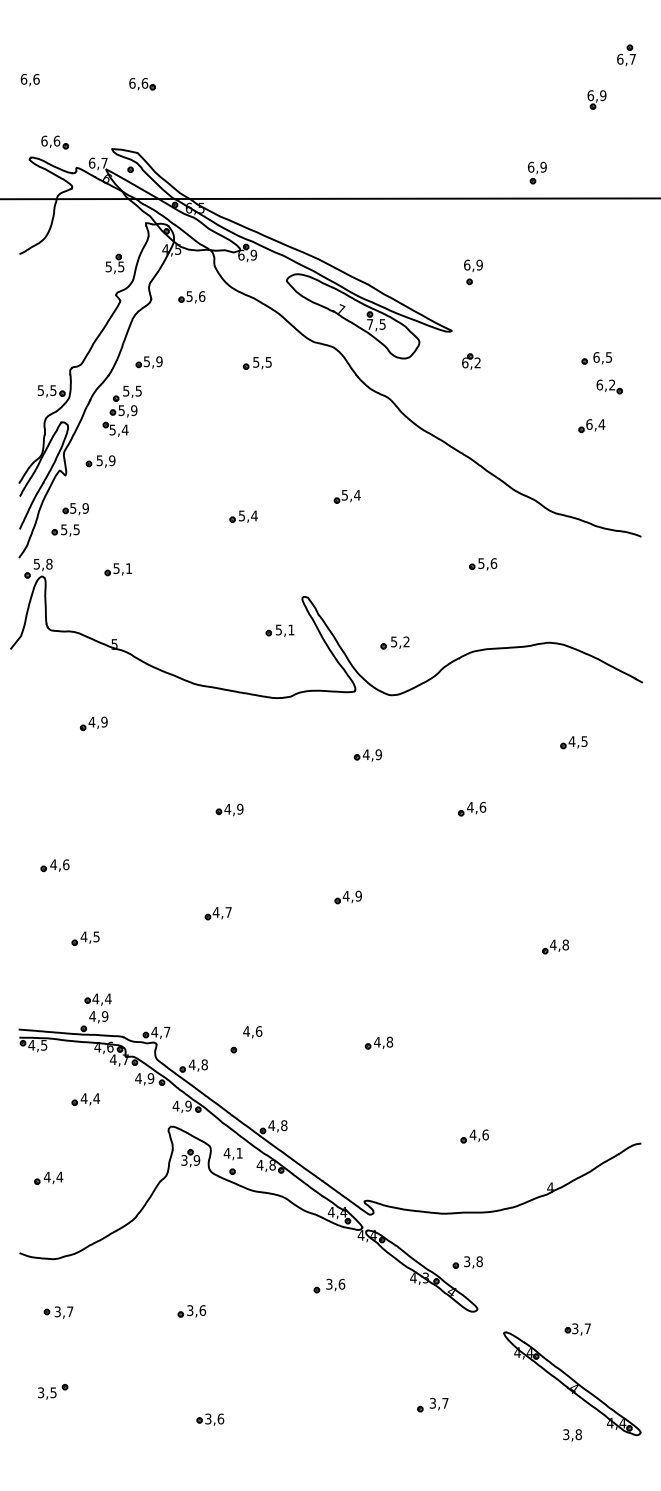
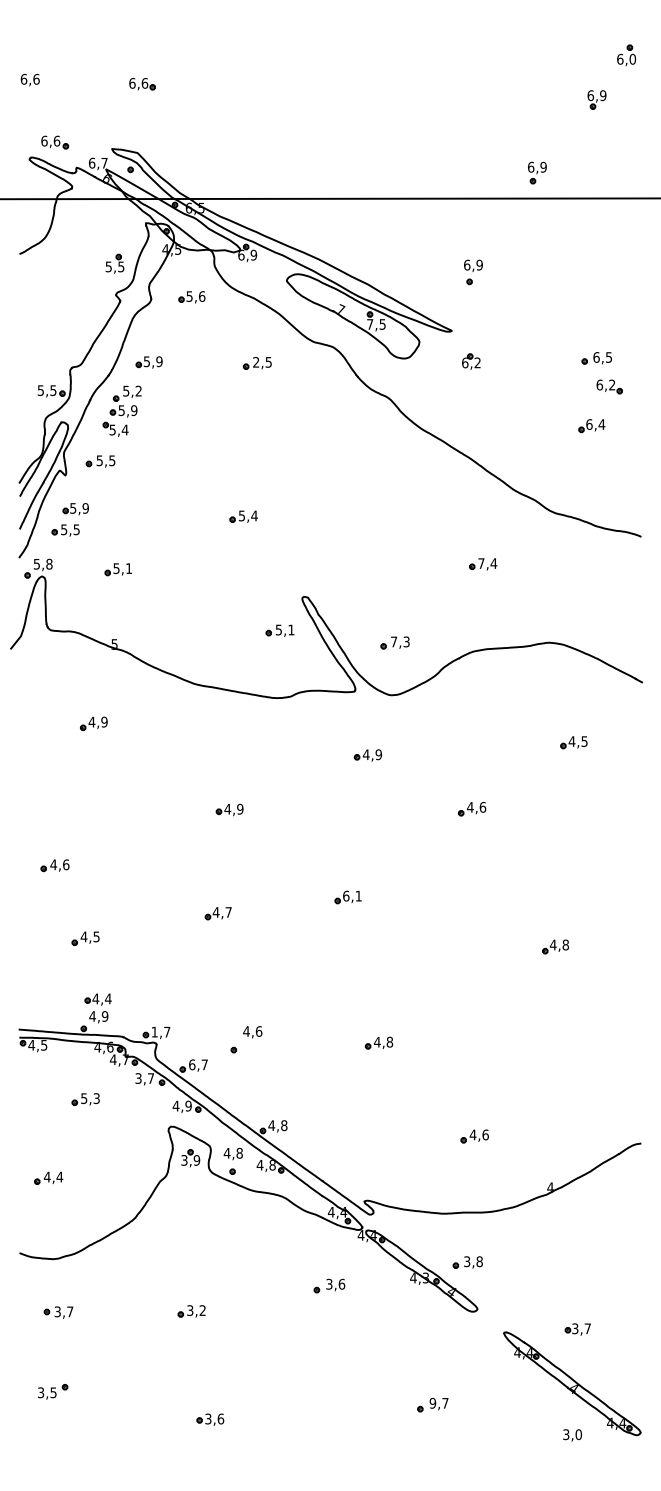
text at (632, 58): 6,7 -> 6,0
text at (256, 362): 5,5 -> 2,5
text at (138, 390): 5,5 -> 5,2
text at (112, 460): 5,9 -> 5,5
part at (346, 496): present -> none
text at (487, 563): 5,6 -> 7,4
text at (400, 641): 5,2 -> 7,3
text at (351, 895): 4,9 -> 6,1
text at (154, 1031): 4,7 -> 1,7
text at (197, 1064): 4,8 -> 6,7
text at (144, 1078): 4,9 -> 3,7
text at (90, 1098): 4,4 -> 5,3
text at (239, 1152): 4,1 -> 4,8
text at (202, 1310): 3,6 -> 3,2
text at (432, 1403): 3,7 -> 9,7
text at (578, 1434): 3,8 -> 3,0
